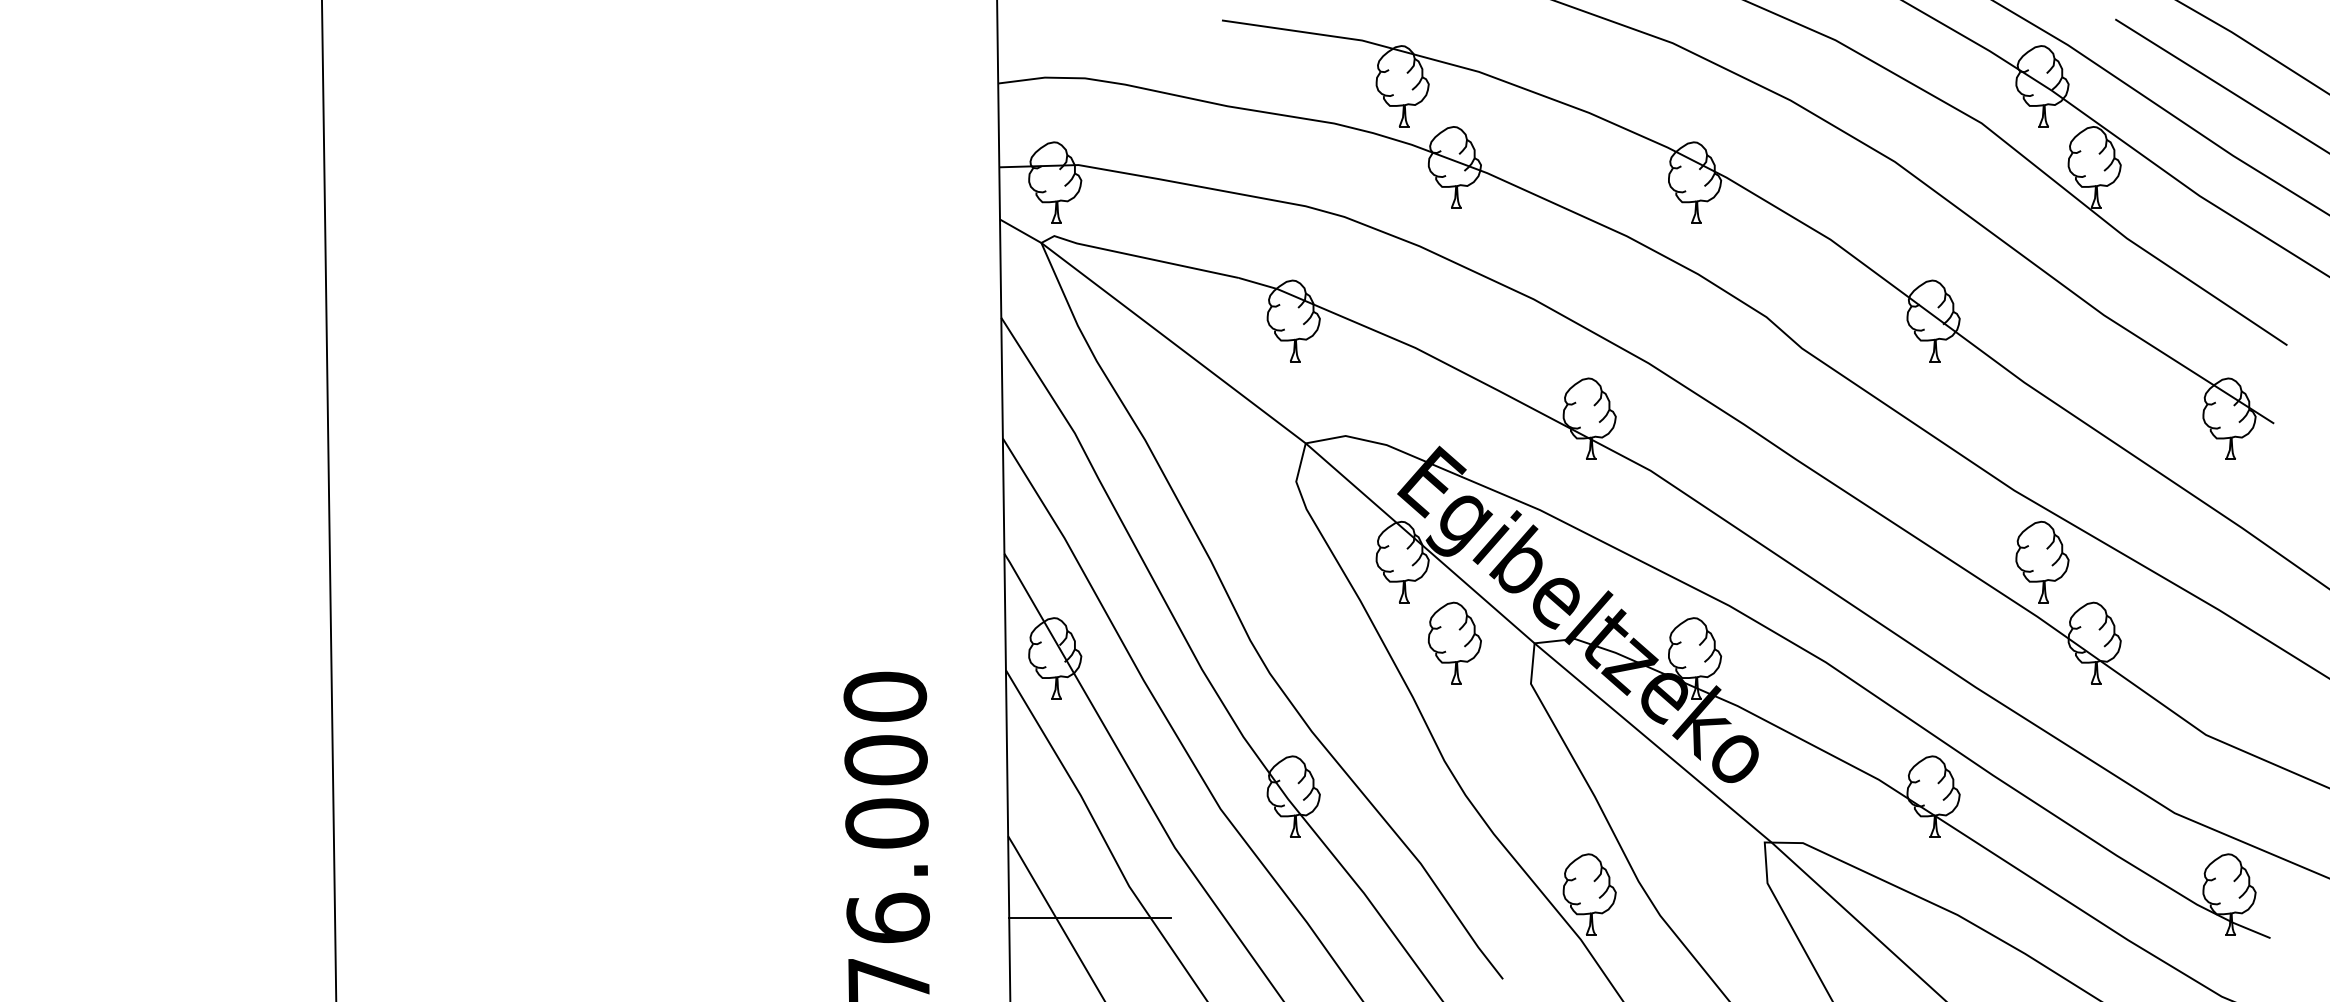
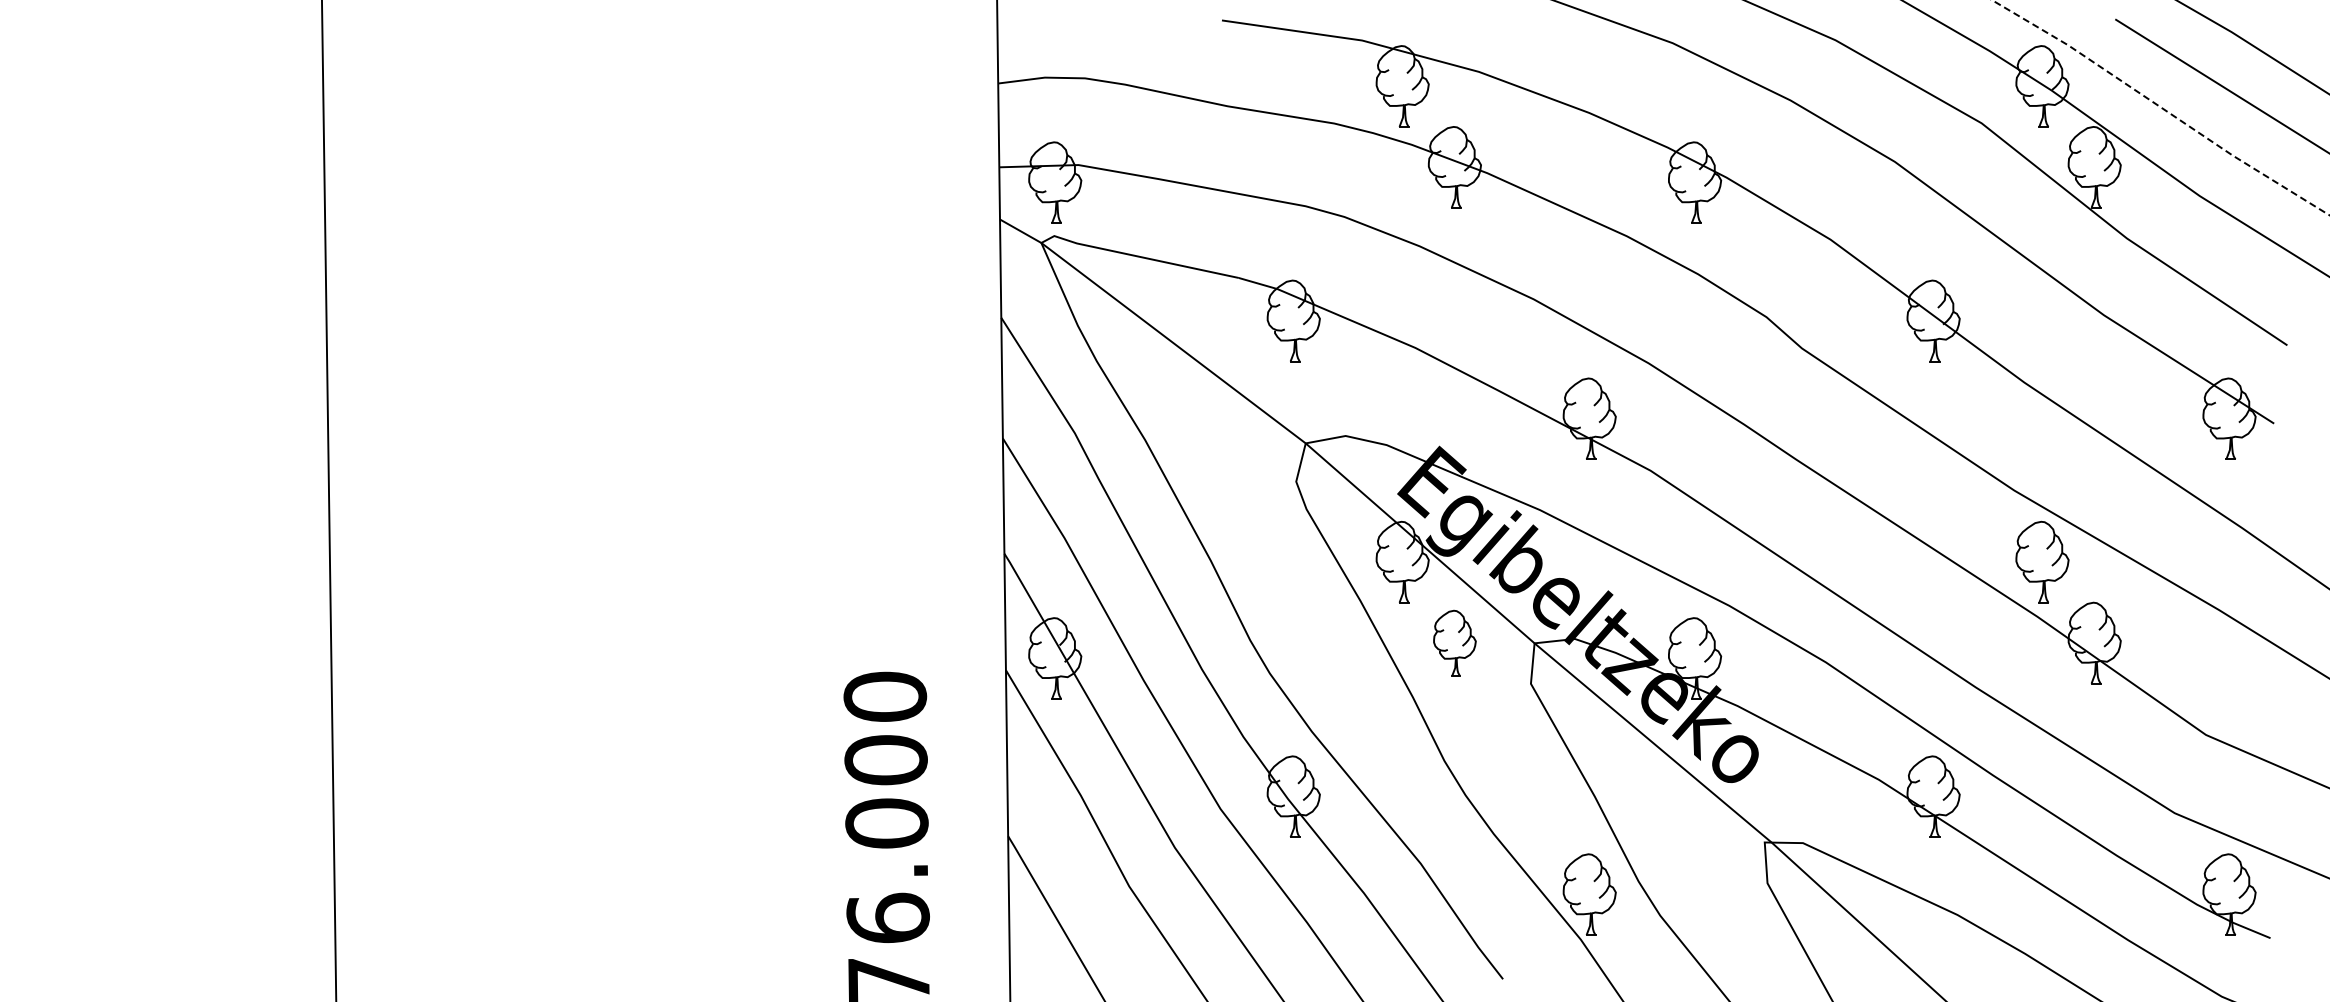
line at (2160, 107): solid -> dashed
part at (1454, 642) size: 54x84 px -> 44x68 px
line at (1089, 917): present -> none
